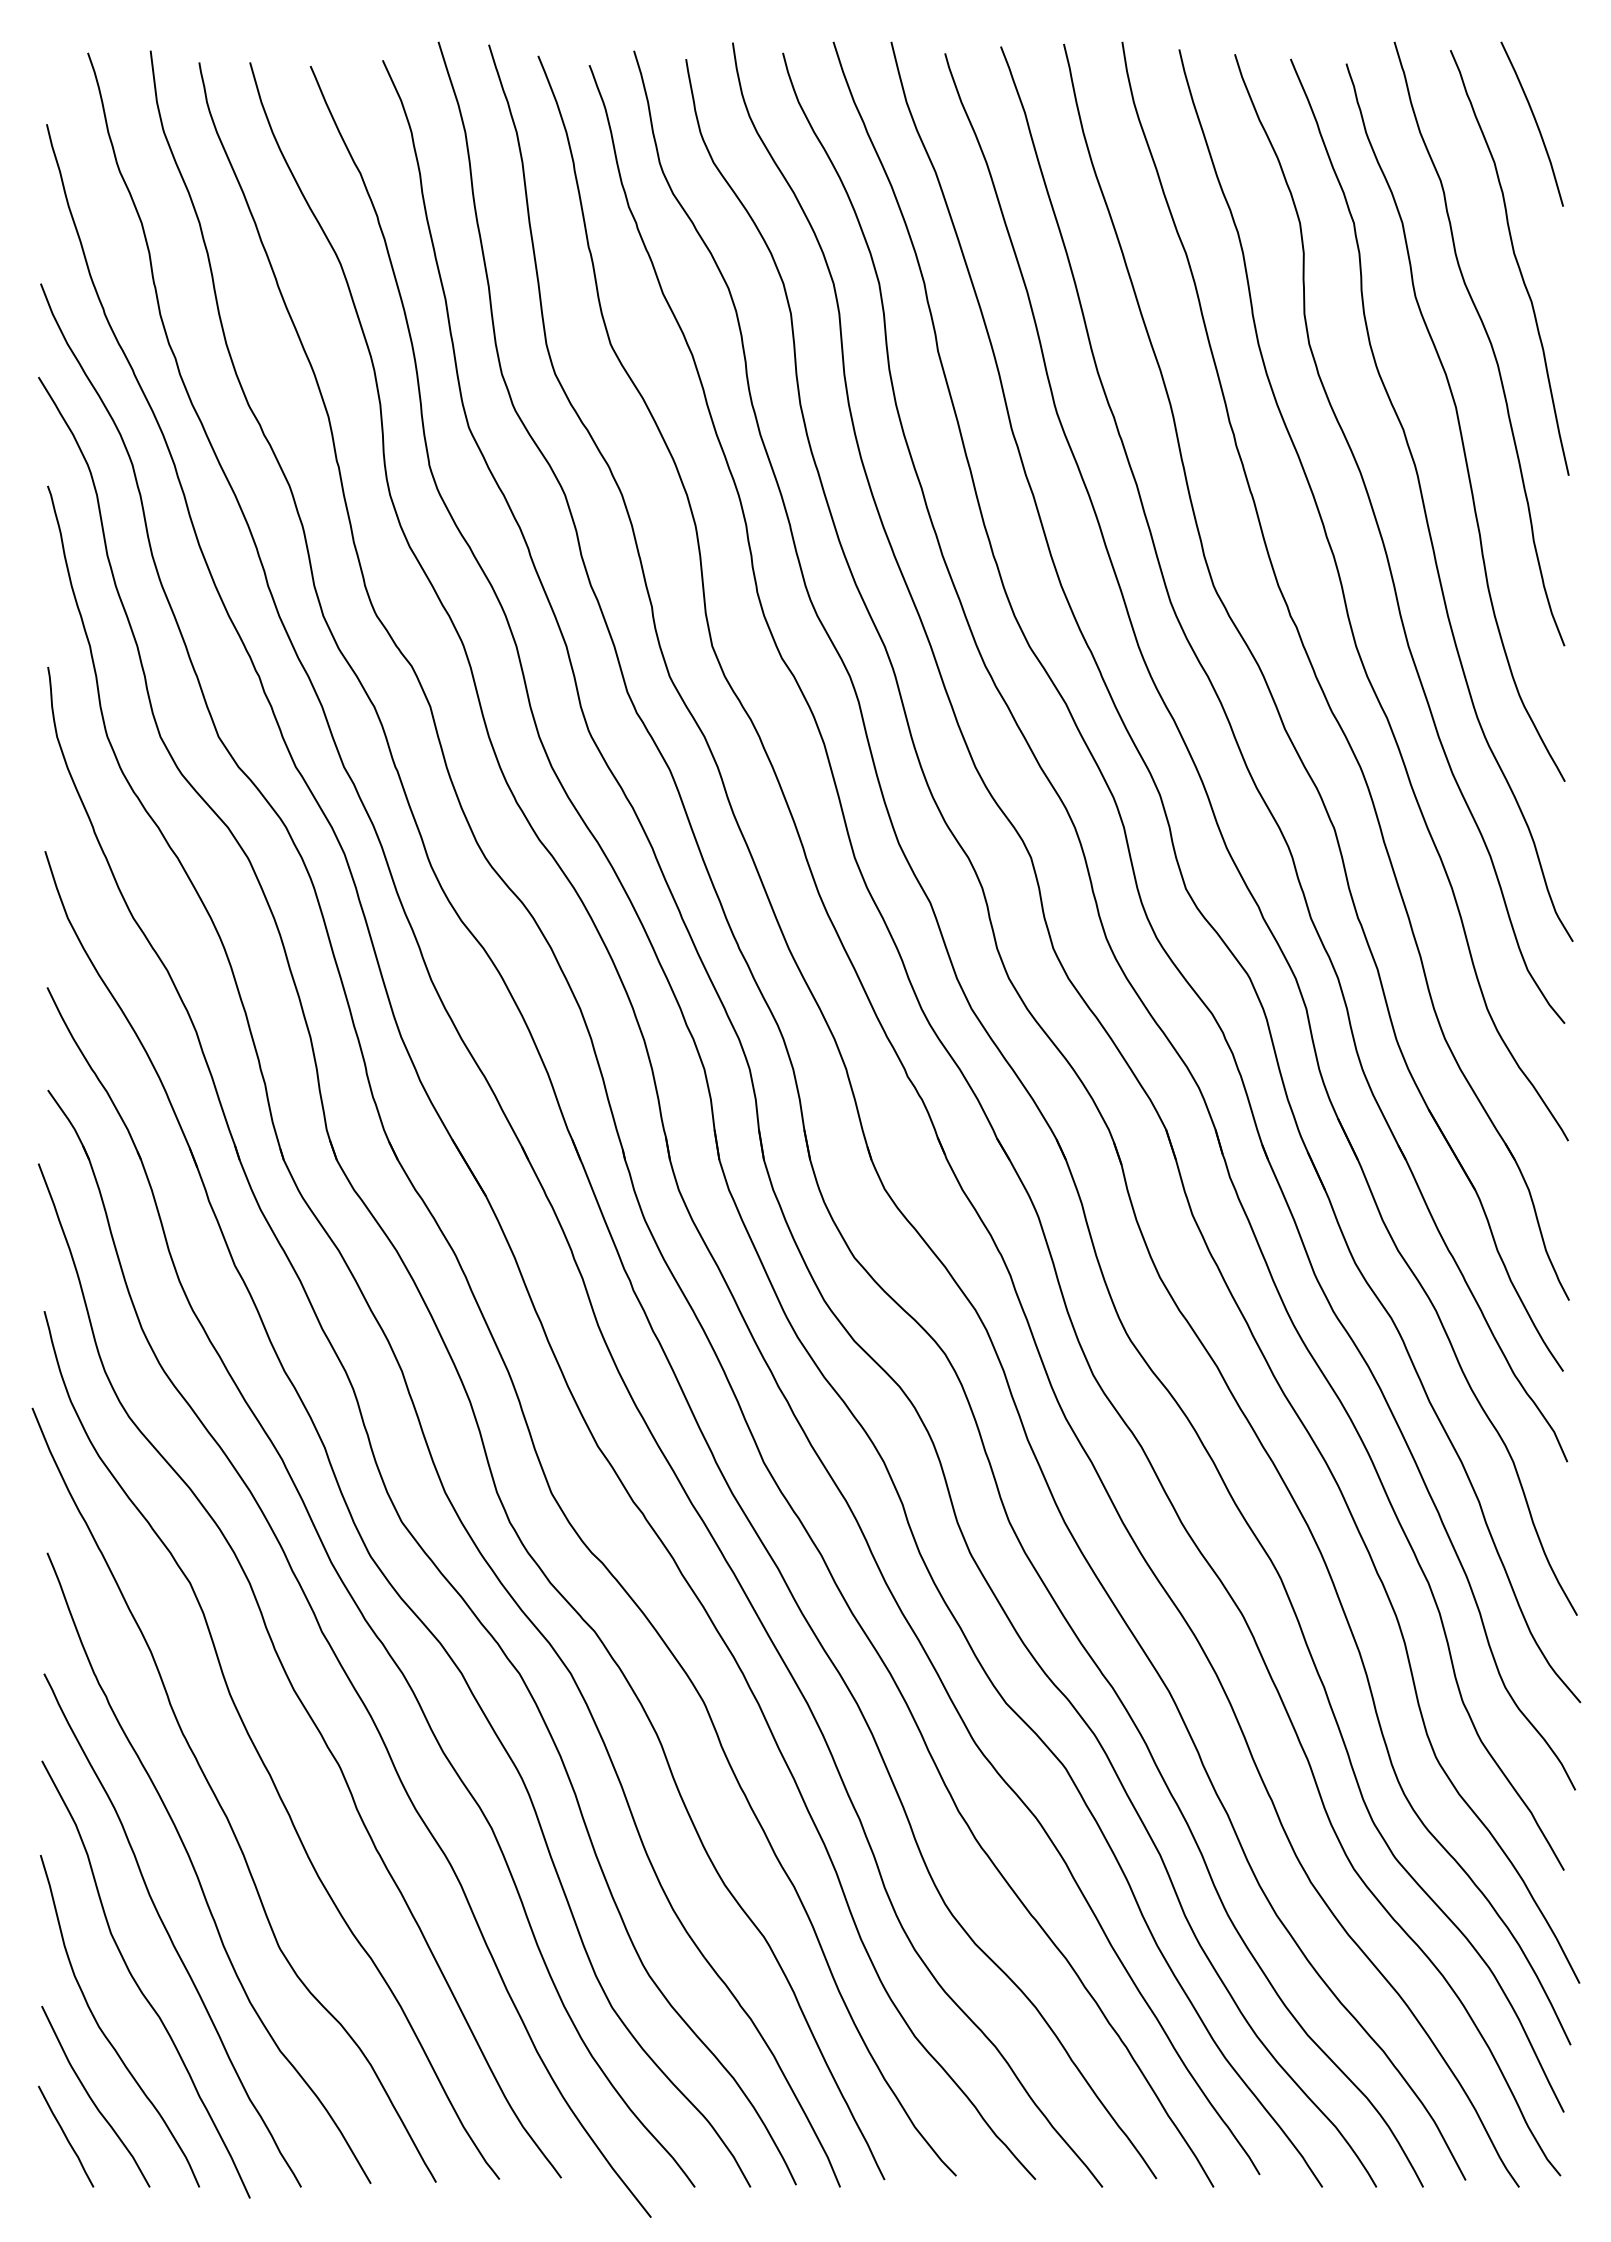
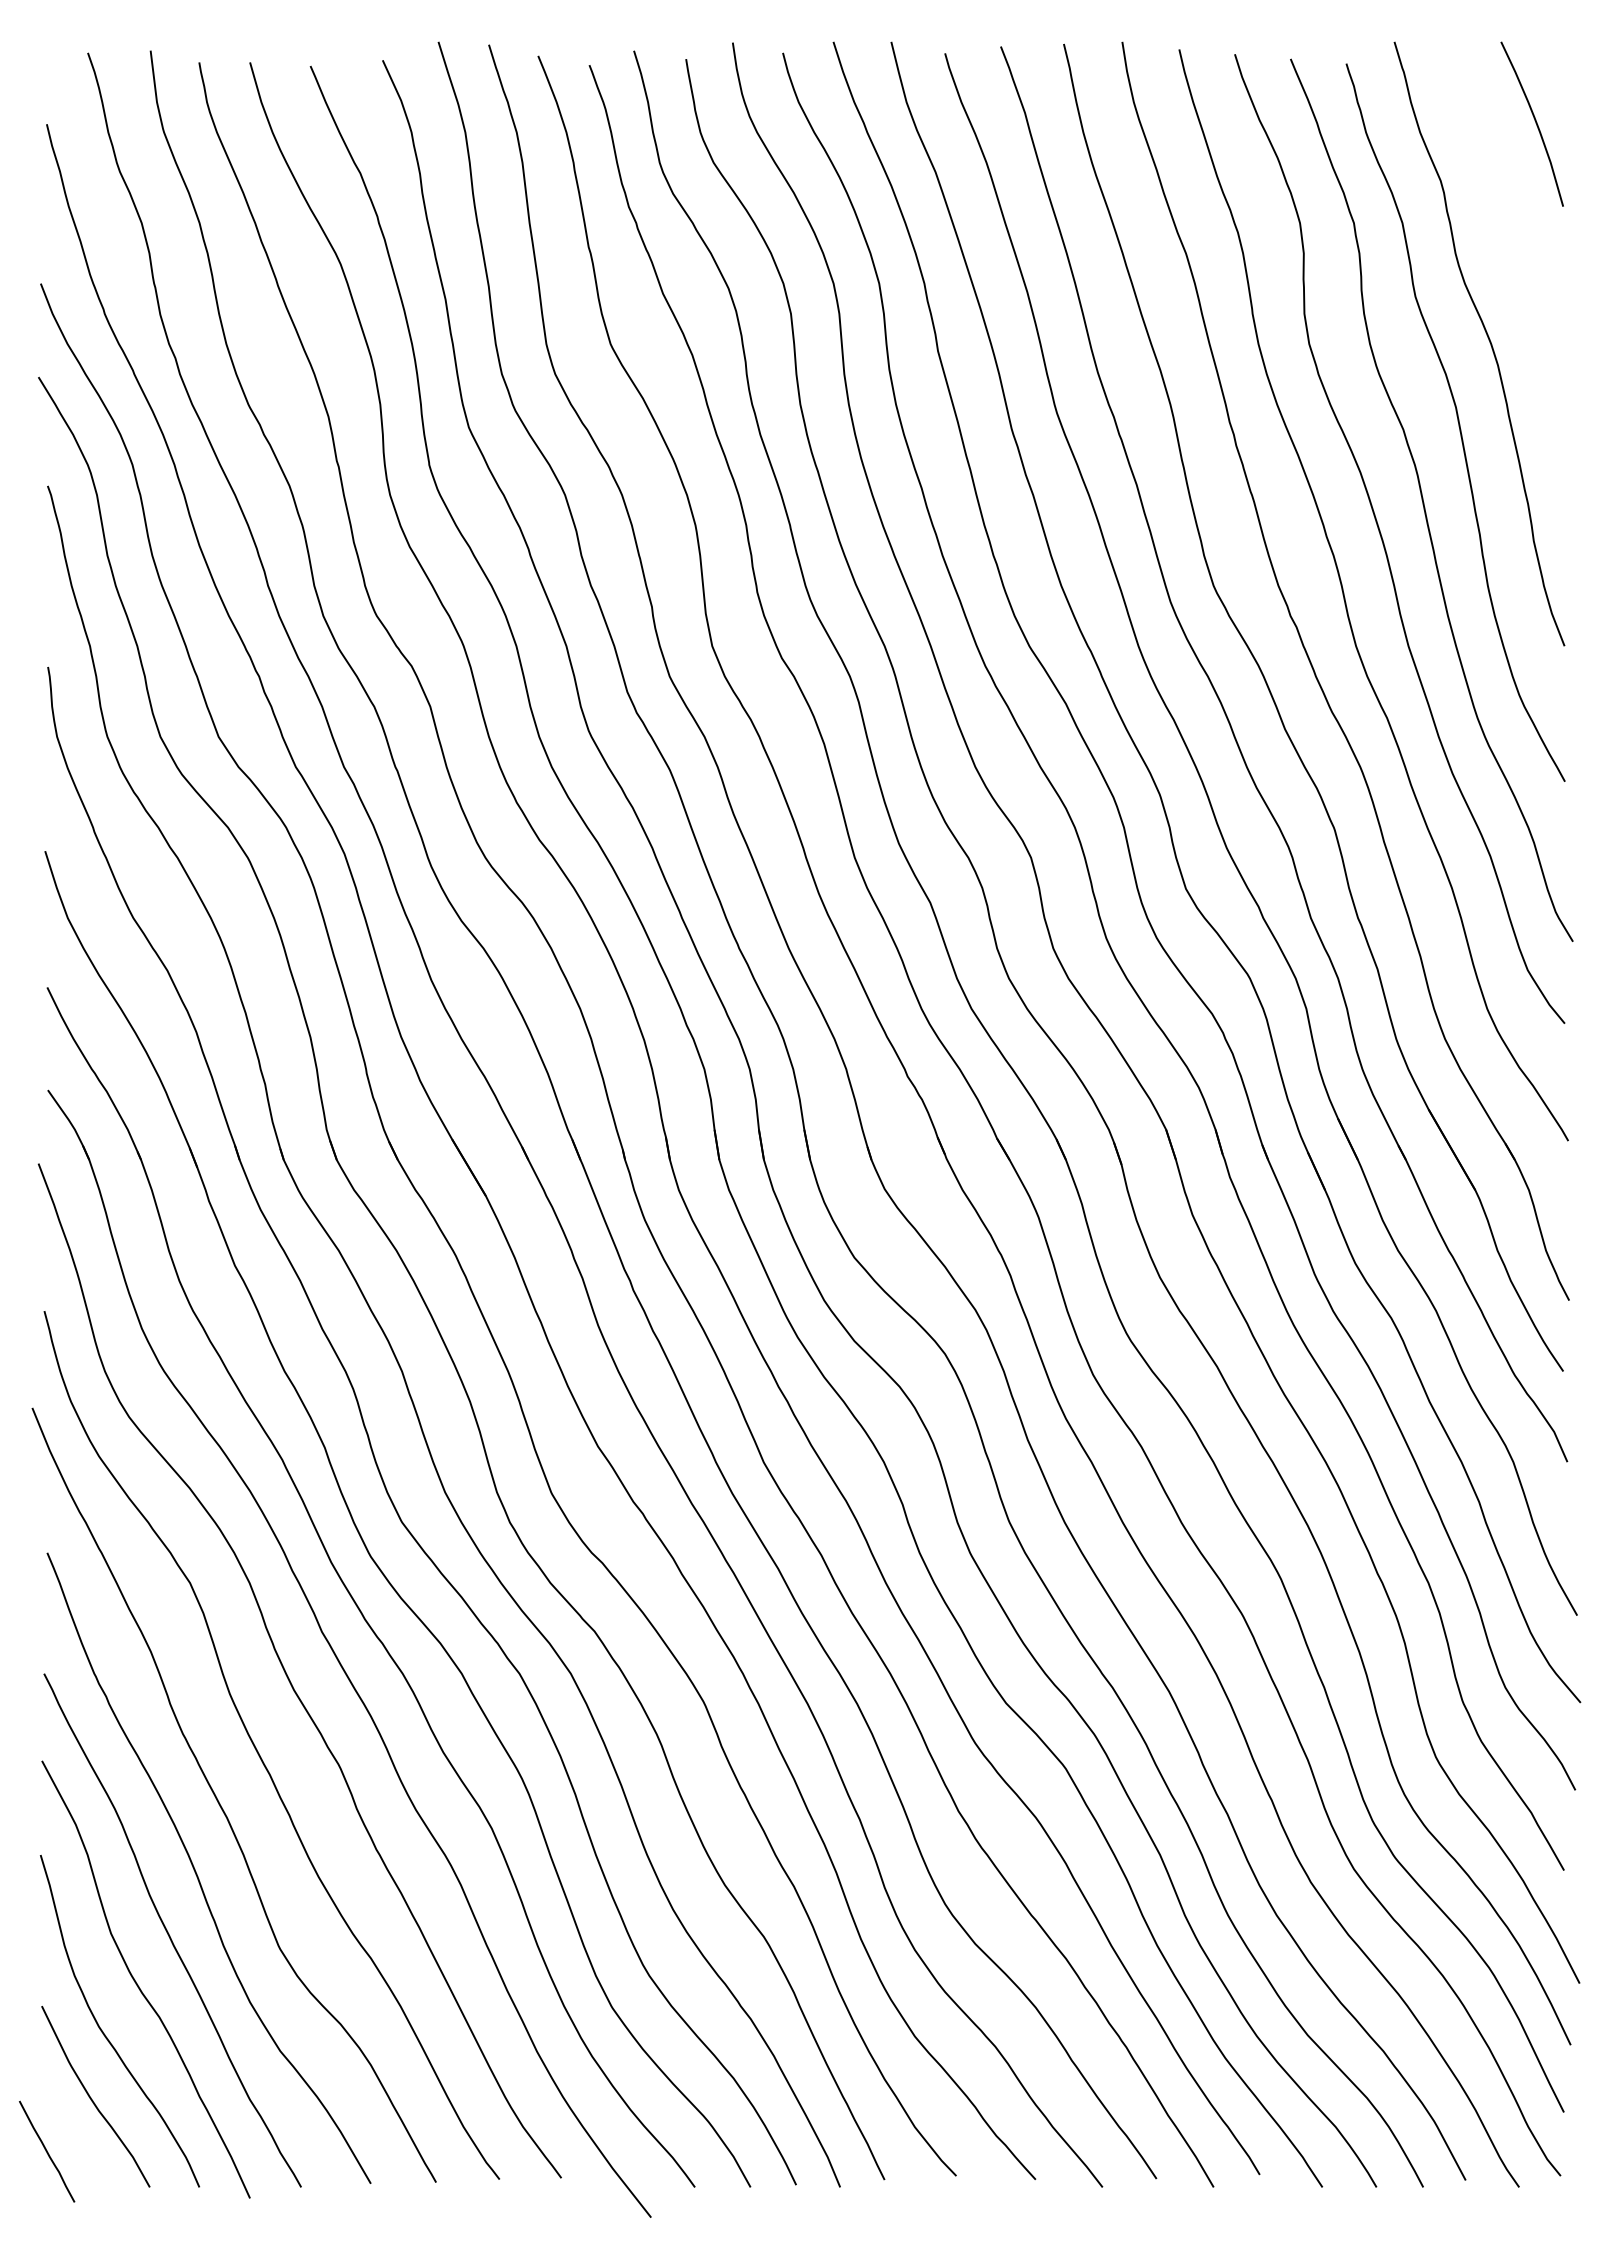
curve at (1515, 260): present -> none
line at (66, 2136) position: (66, 2136) -> (47, 2151)
